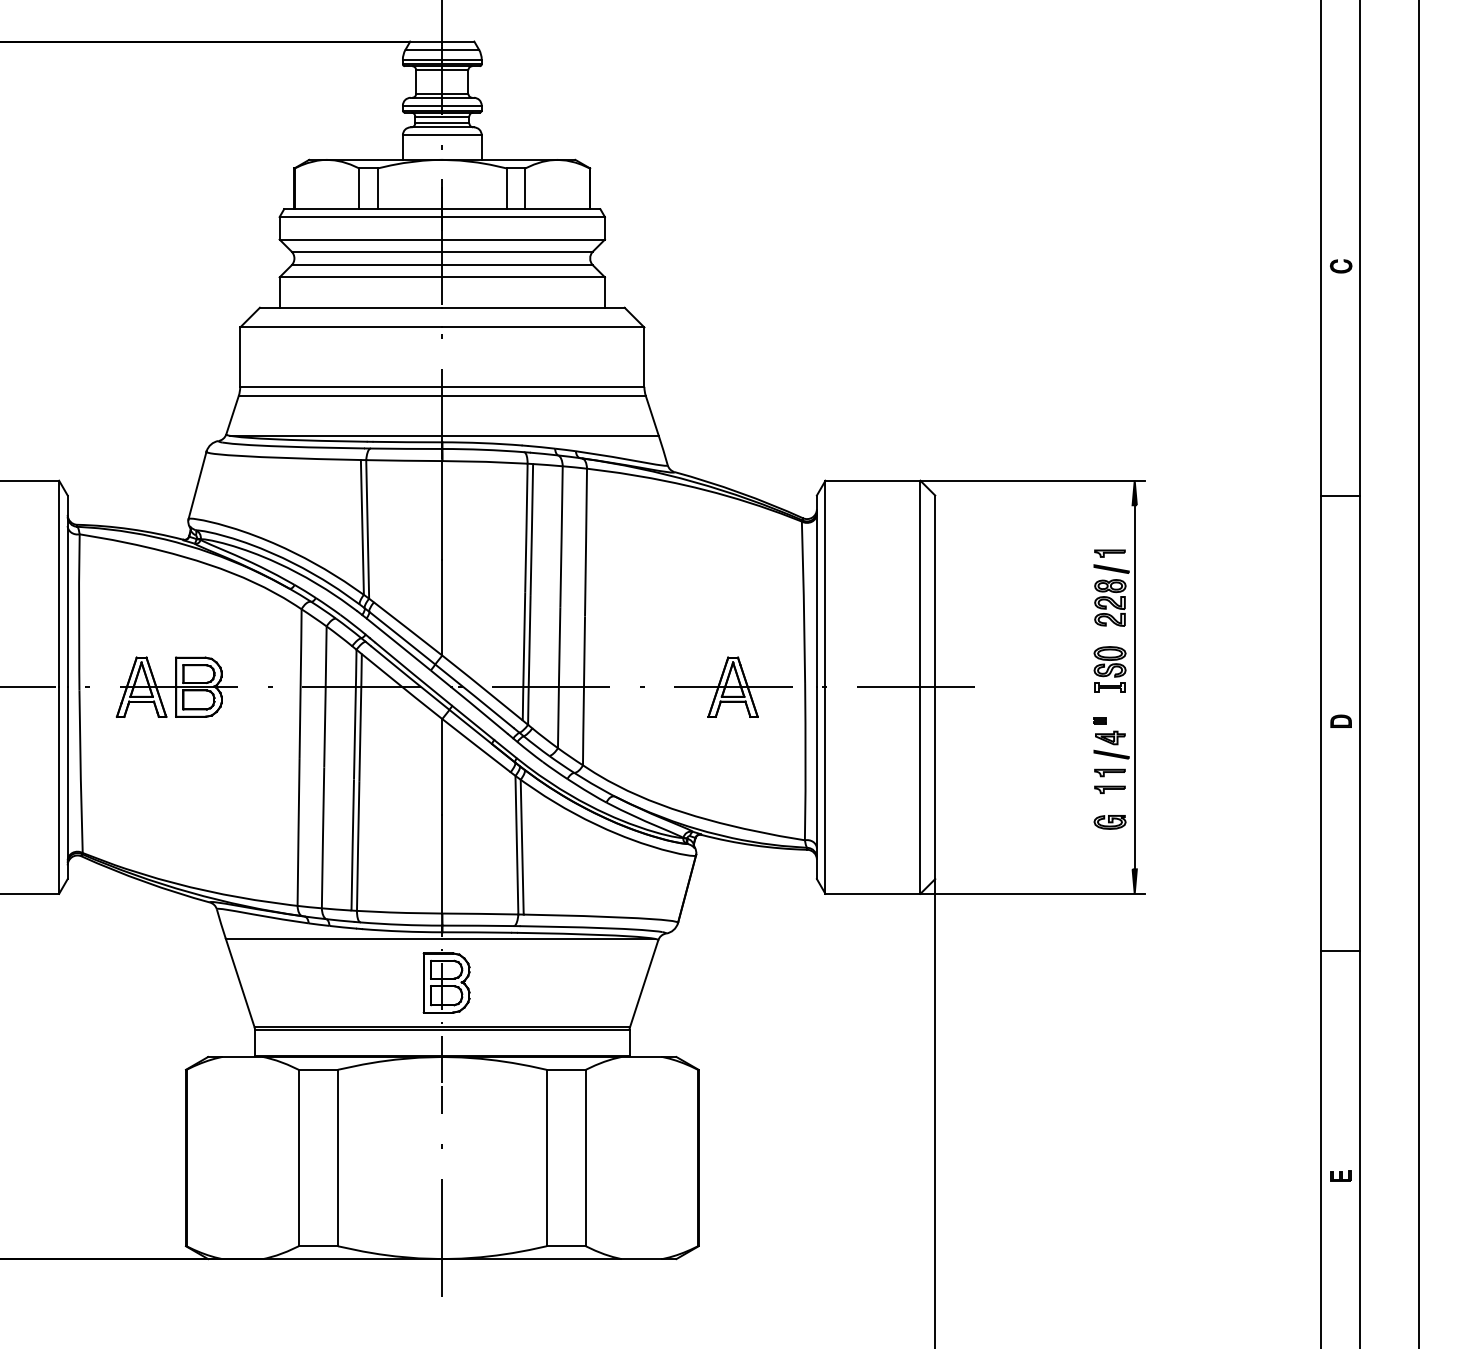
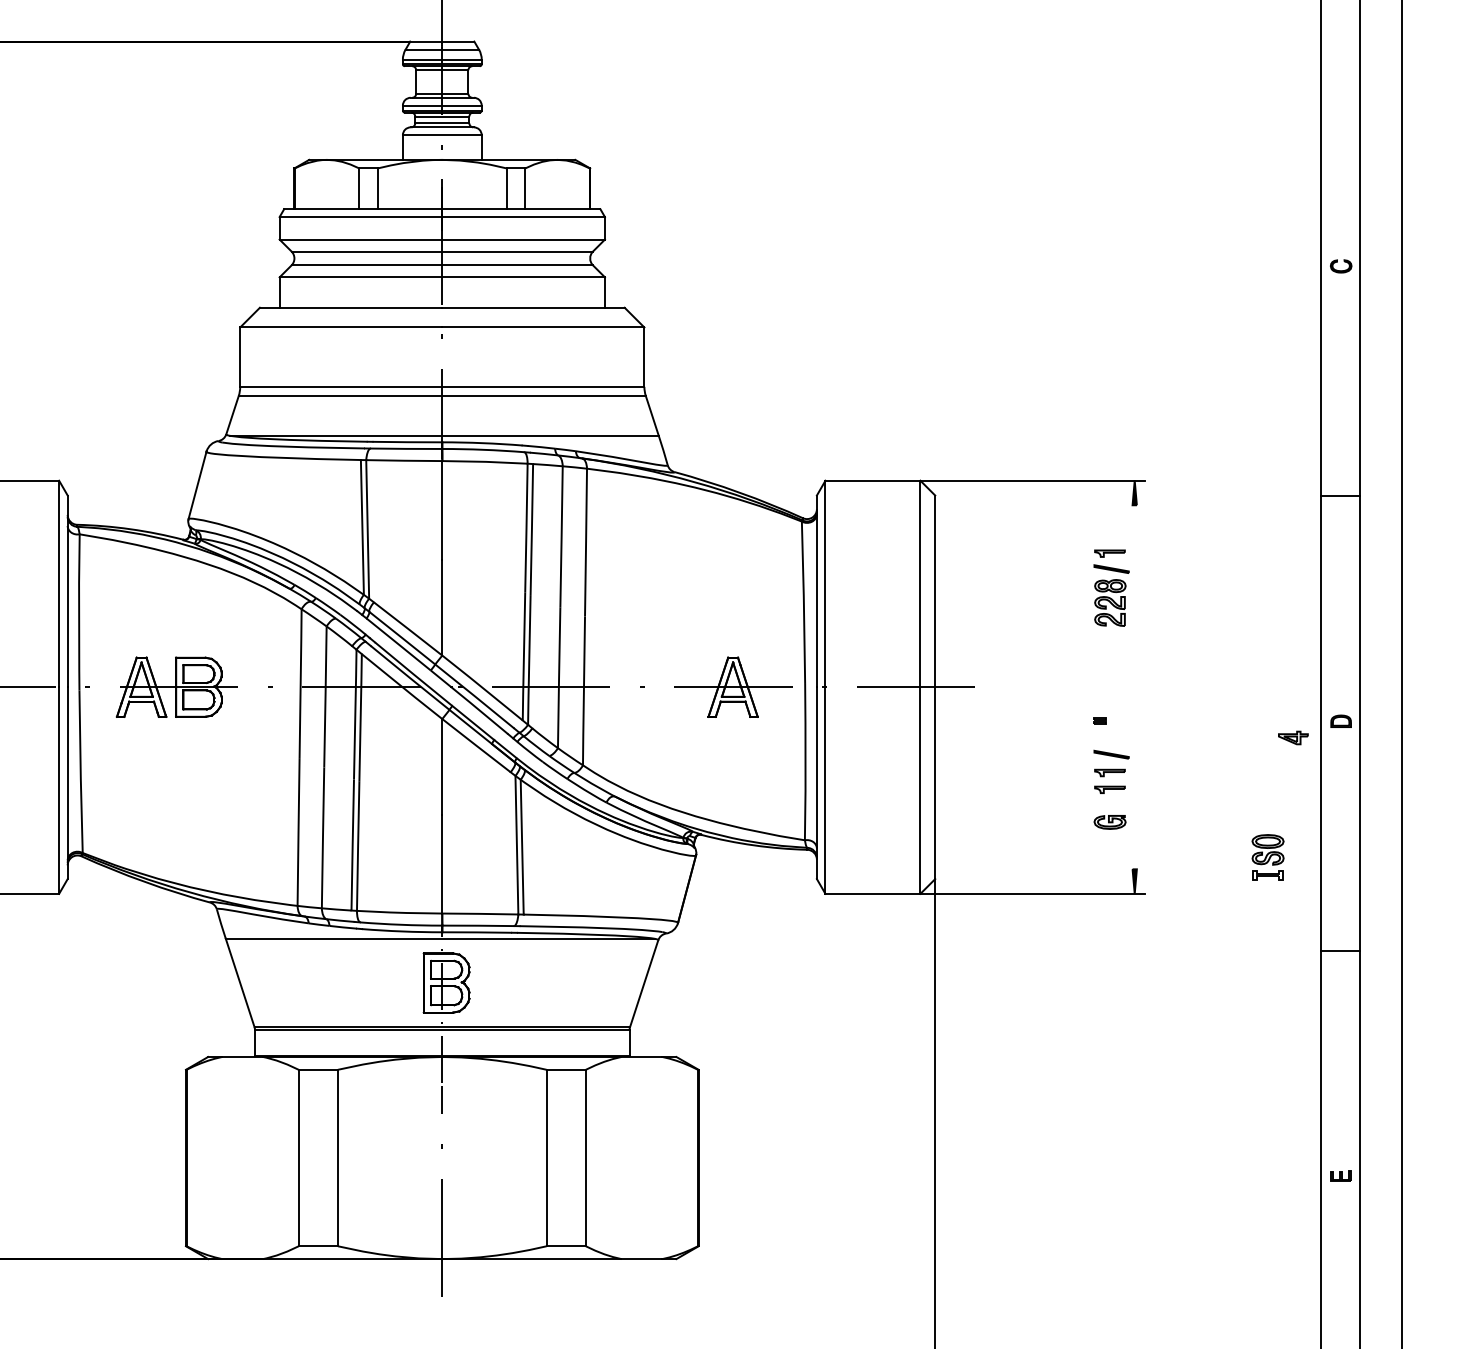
part at (1109, 669) position: (1109, 669) -> (1267, 857)
line at (1419, 673) position: (1419, 673) -> (1402, 673)
line at (1134, 687): present -> none
part at (1110, 737) position: (1110, 737) -> (1293, 737)
